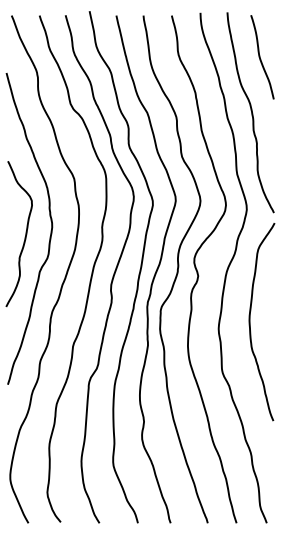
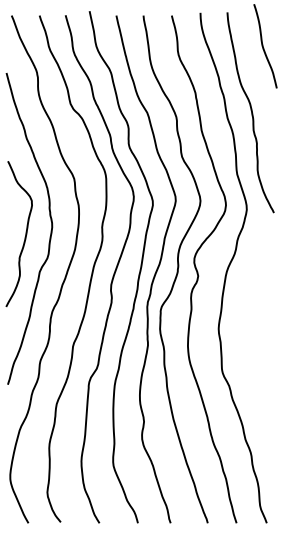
curve at (260, 57) position: (260, 57) -> (263, 46)
curve at (250, 322): present -> none
